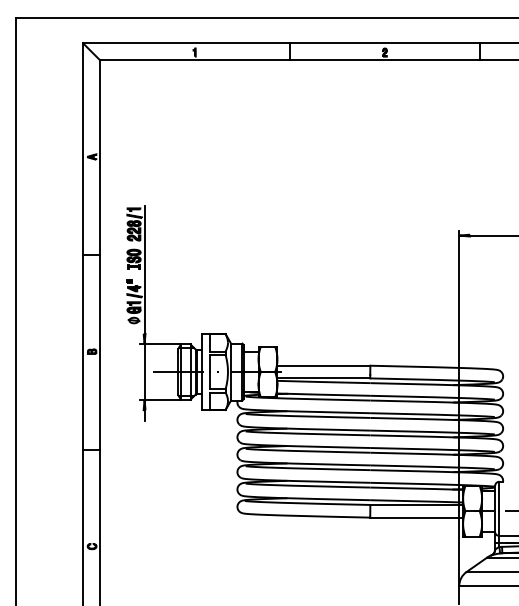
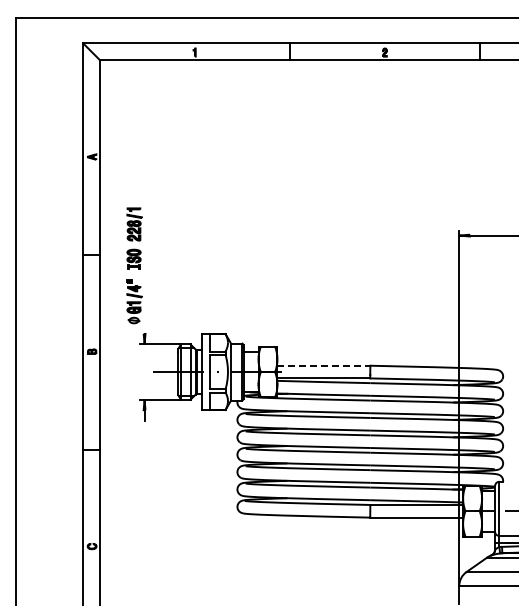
line at (144, 269): present -> none
line at (324, 365): solid -> dashed
line at (144, 371): present -> none
